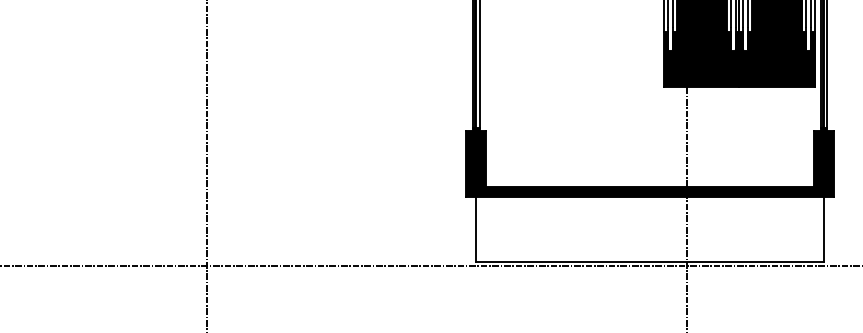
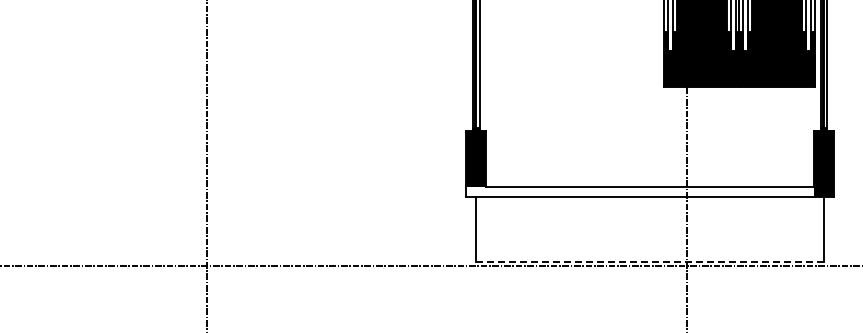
fill at (639, 192): present -> none
line at (650, 261): solid -> dashed
